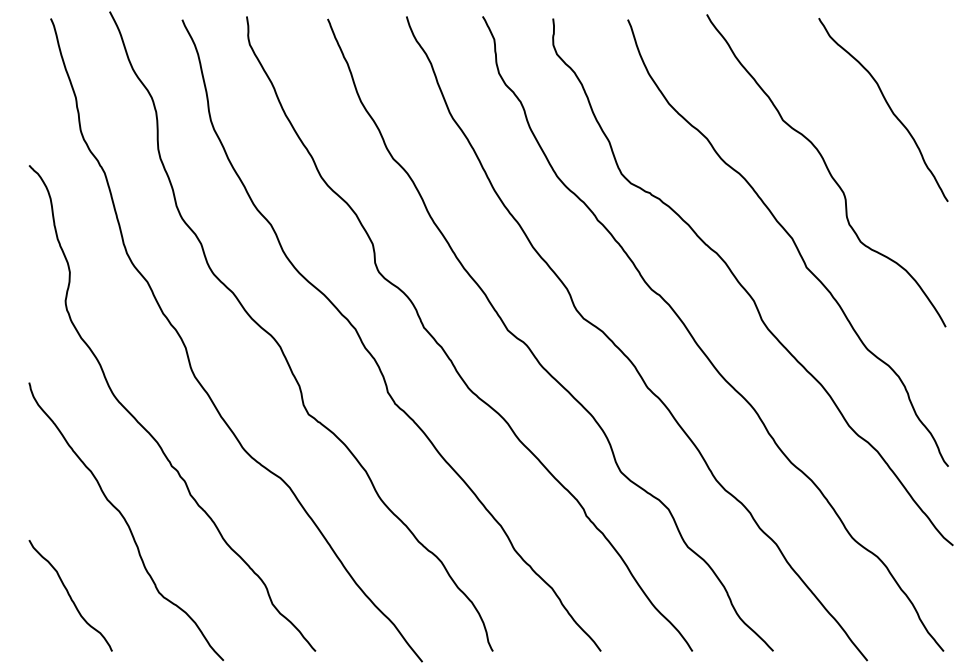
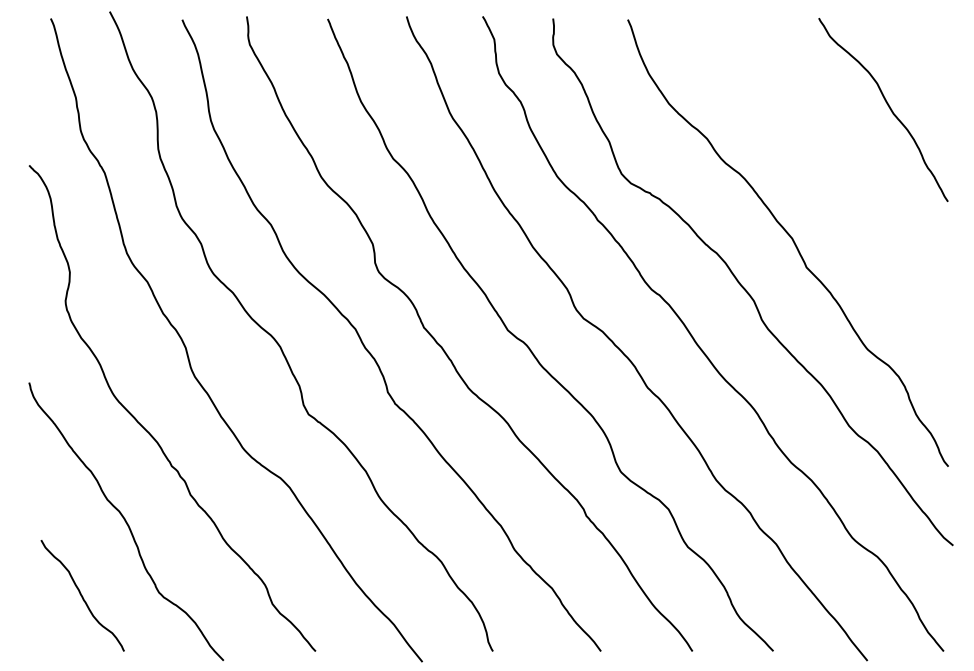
curve at (827, 170): present -> none
curve at (70, 595) position: (70, 595) -> (82, 595)
